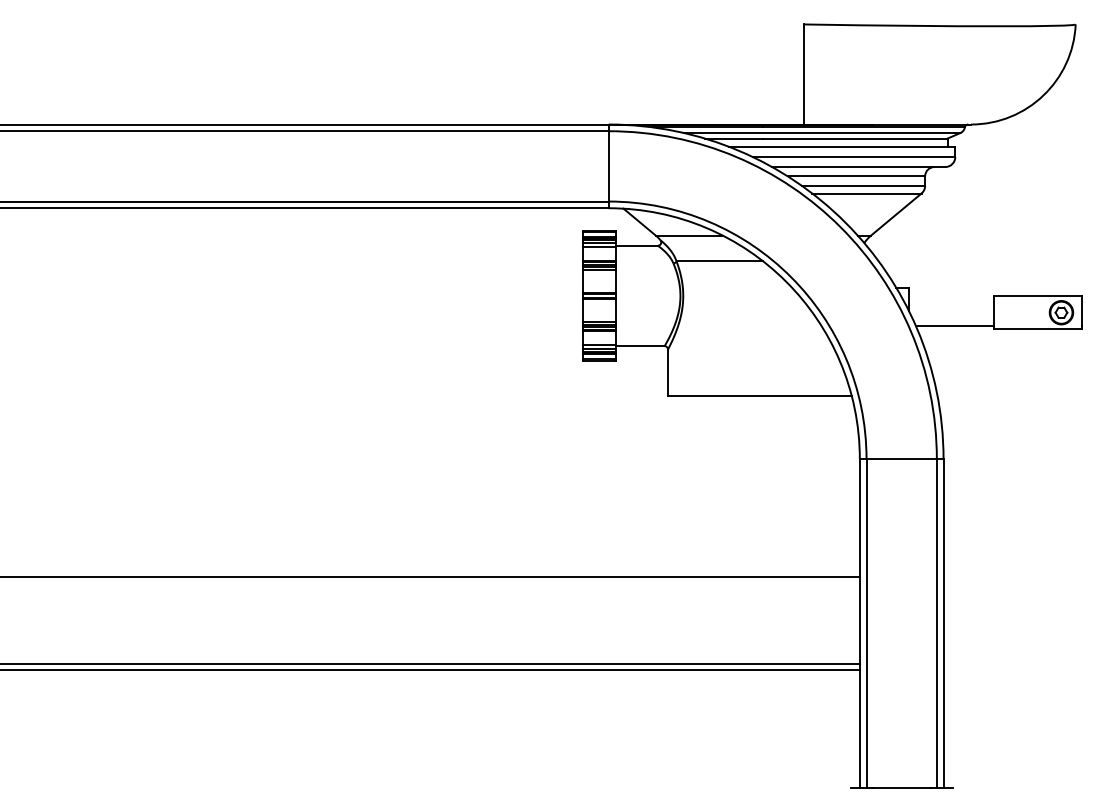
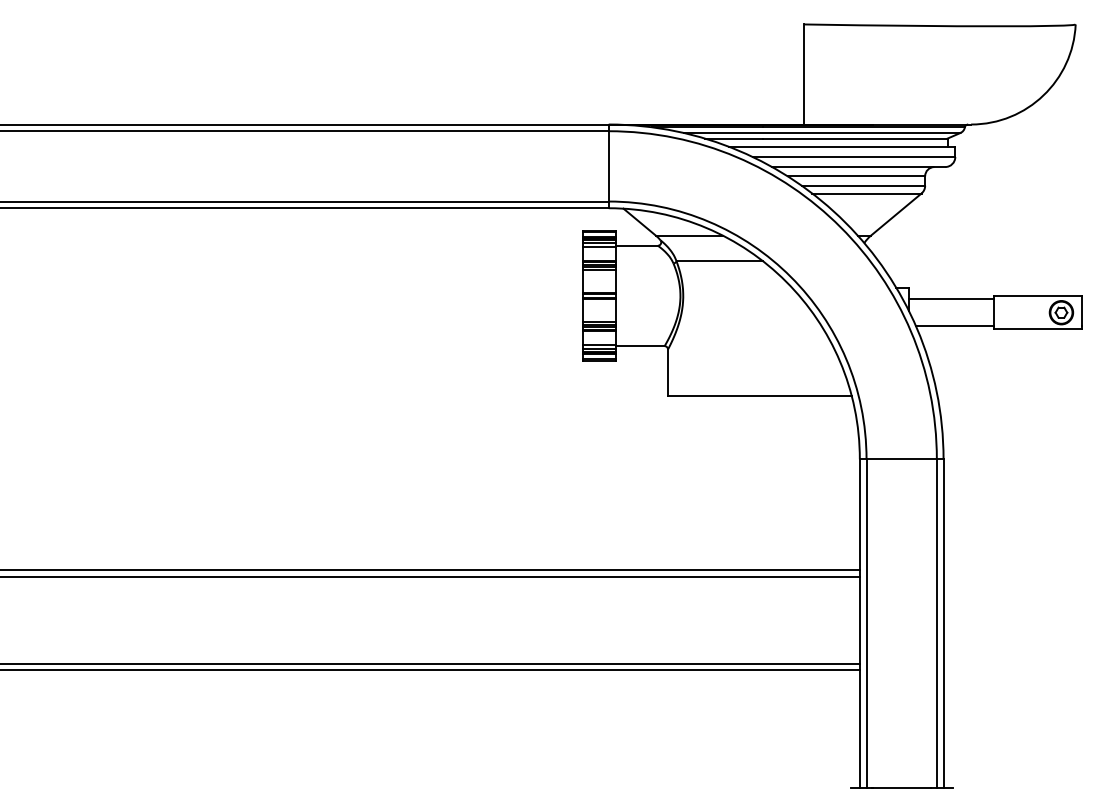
line at (951, 299): none -> present
line at (430, 569): none -> present
